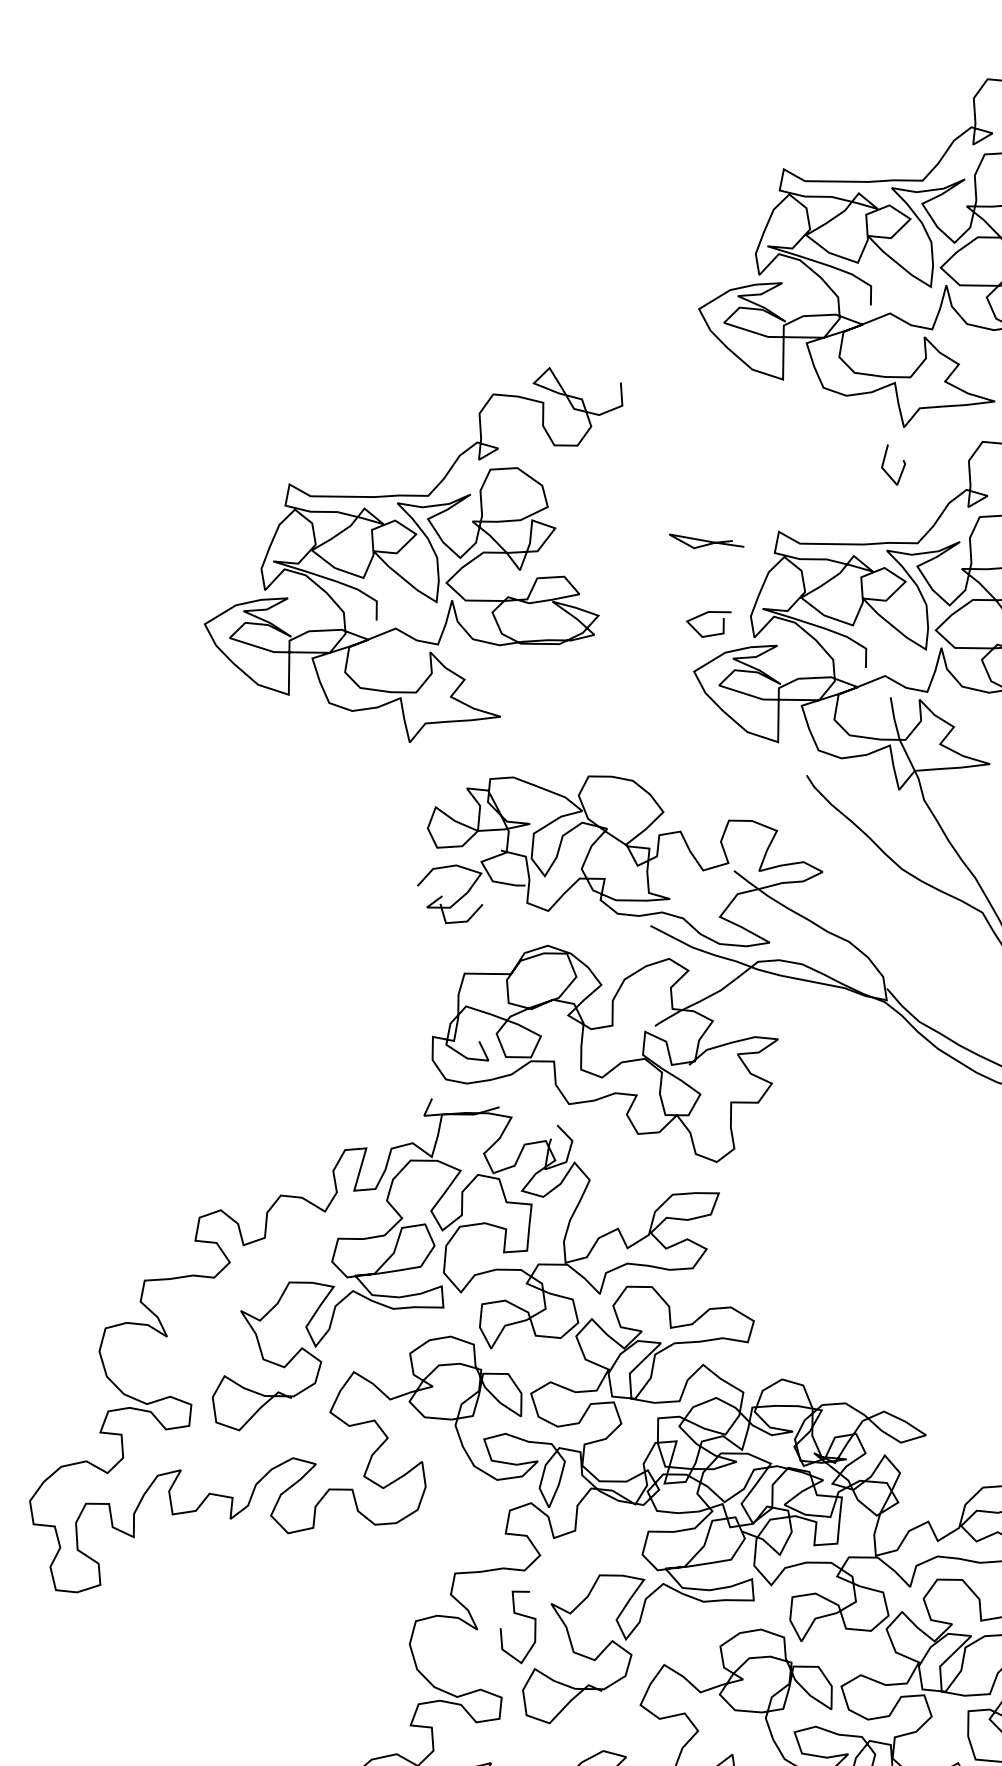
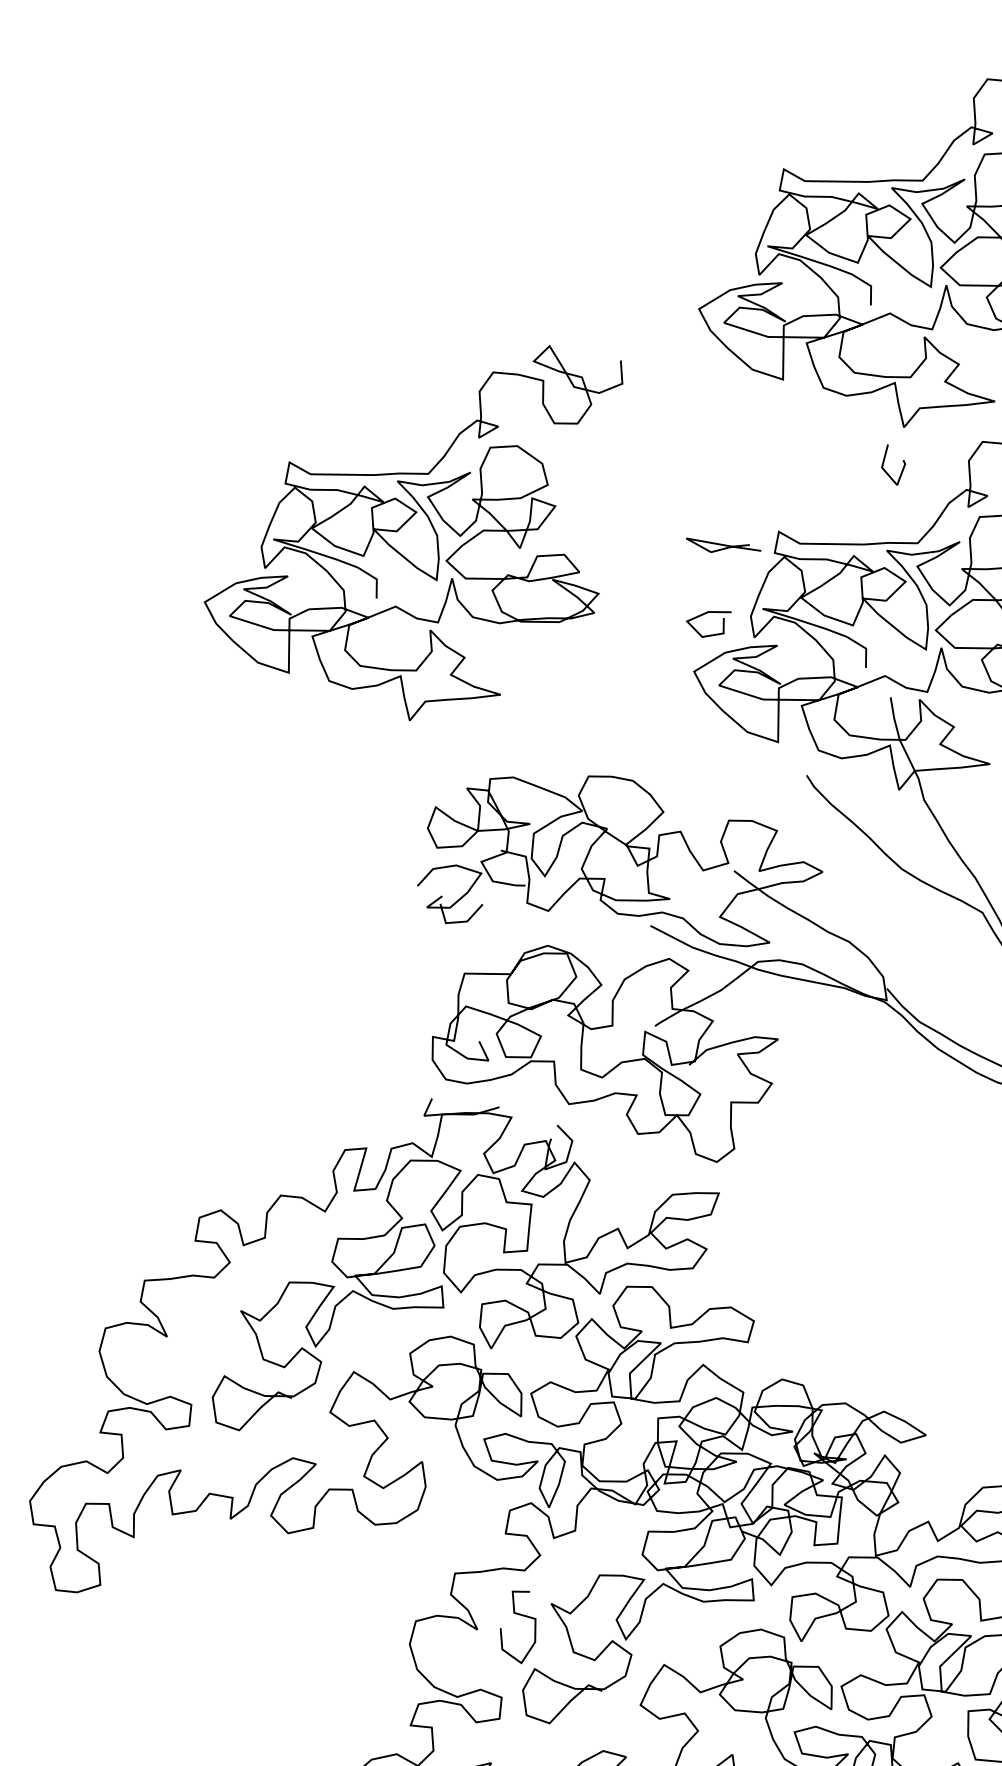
part at (706, 541) position: (706, 541) -> (723, 545)
part at (405, 546) position: (405, 546) -> (405, 524)
